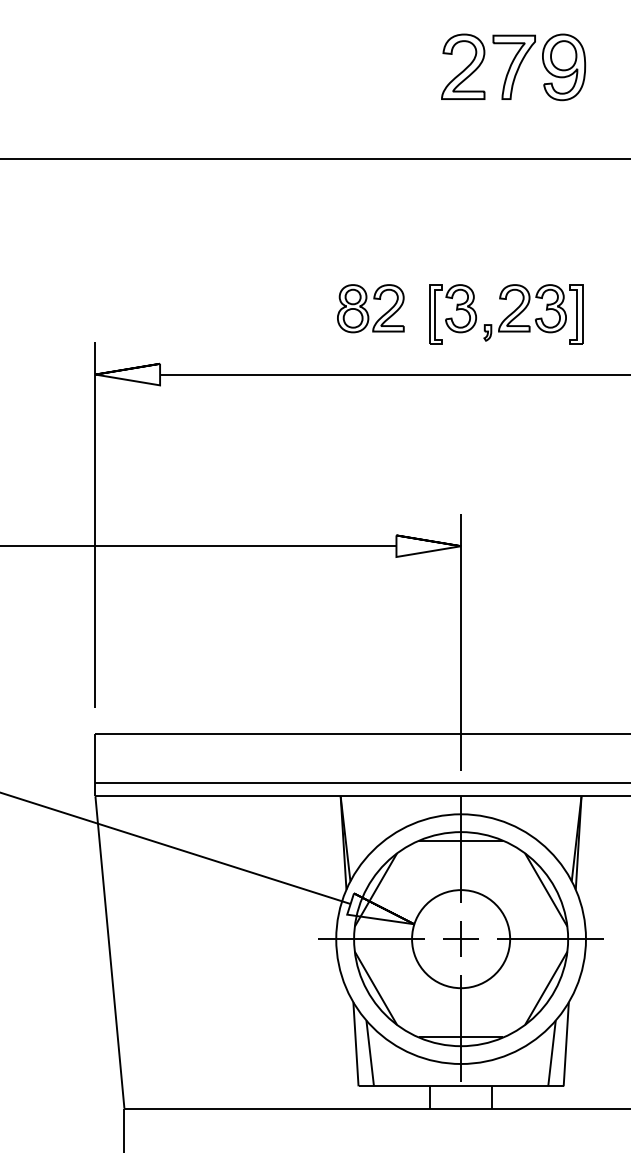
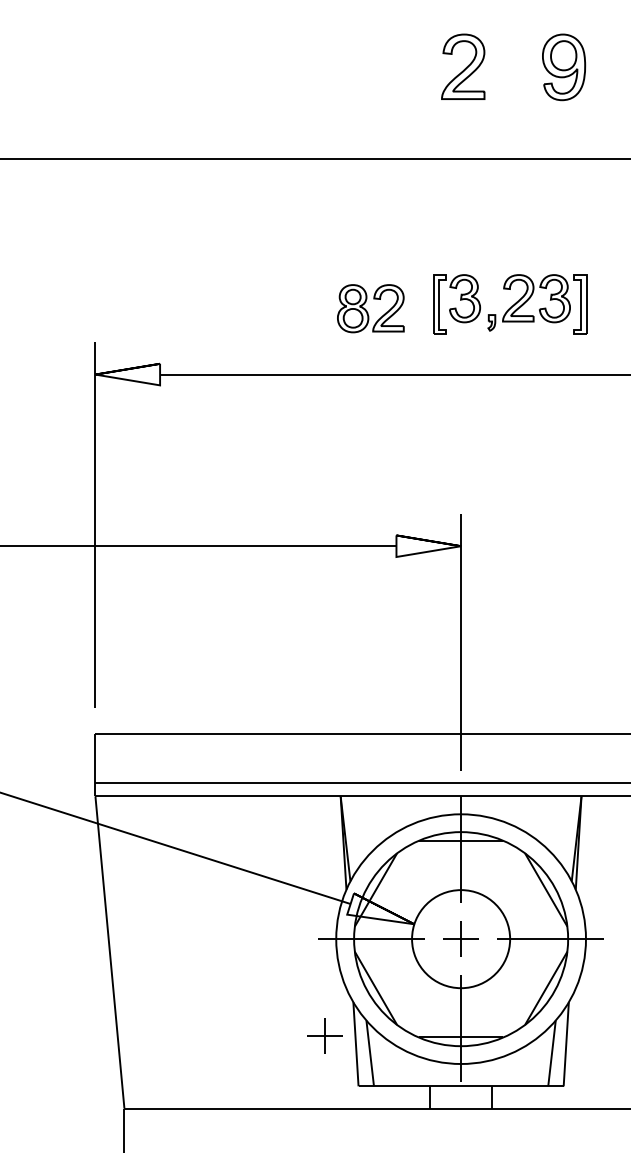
part at (513, 66): present -> none
part at (506, 314) position: (506, 314) -> (510, 304)
part at (324, 1035): none -> present
